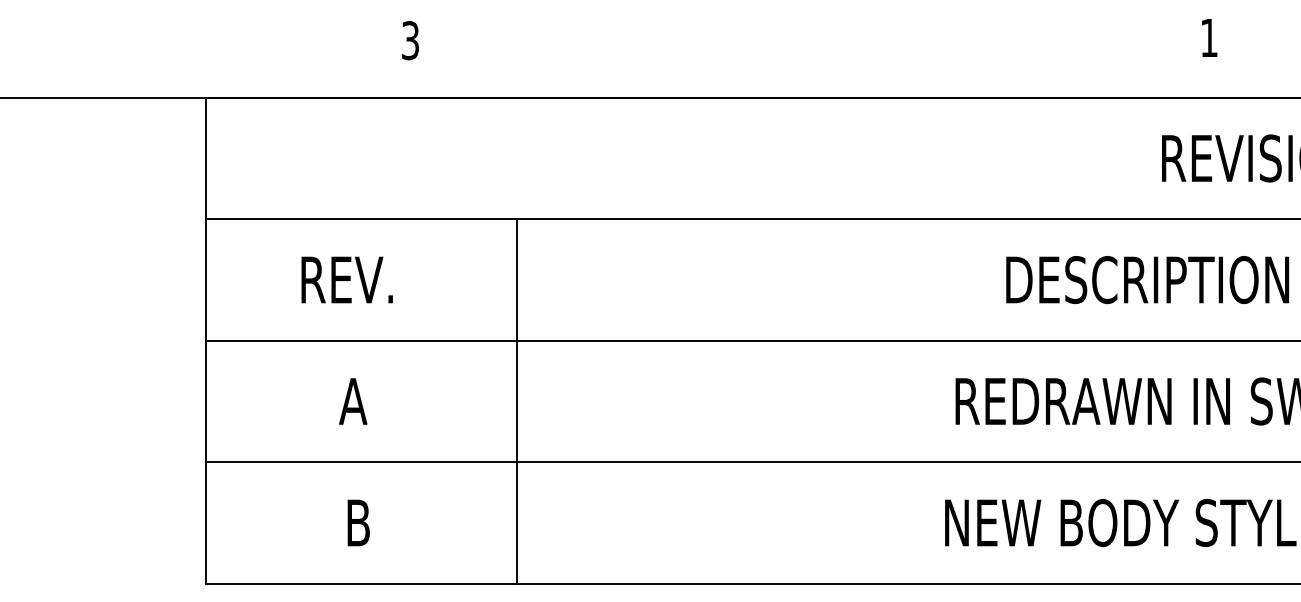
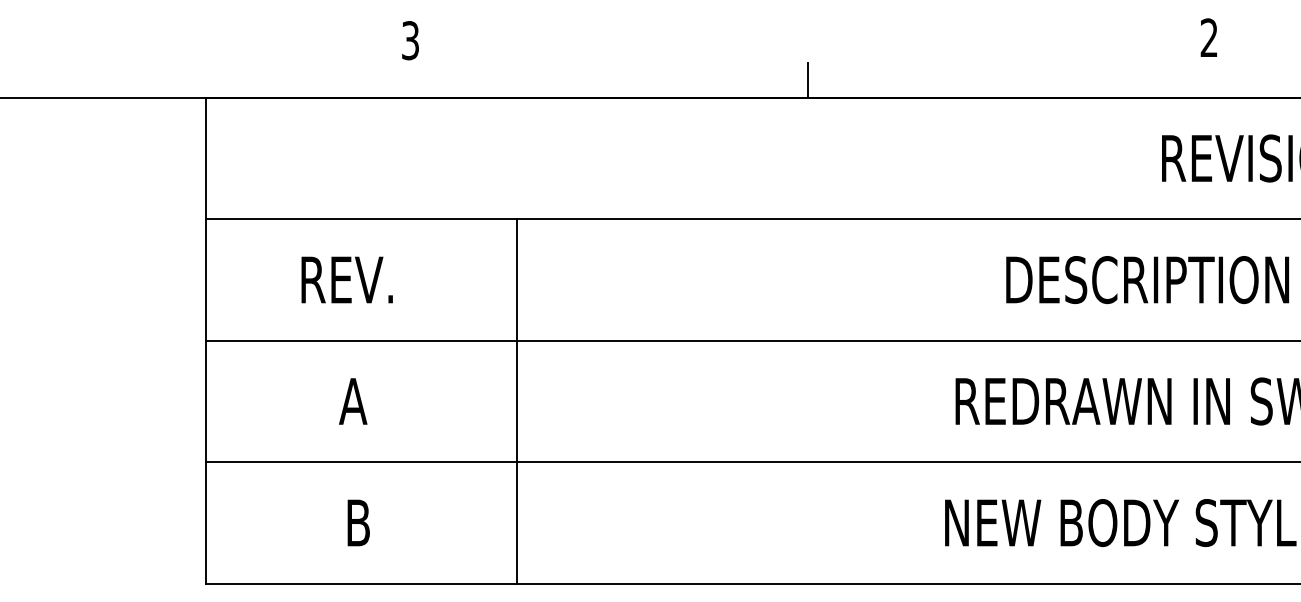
text at (1208, 37): 1 -> 2
line at (807, 80): none -> present
